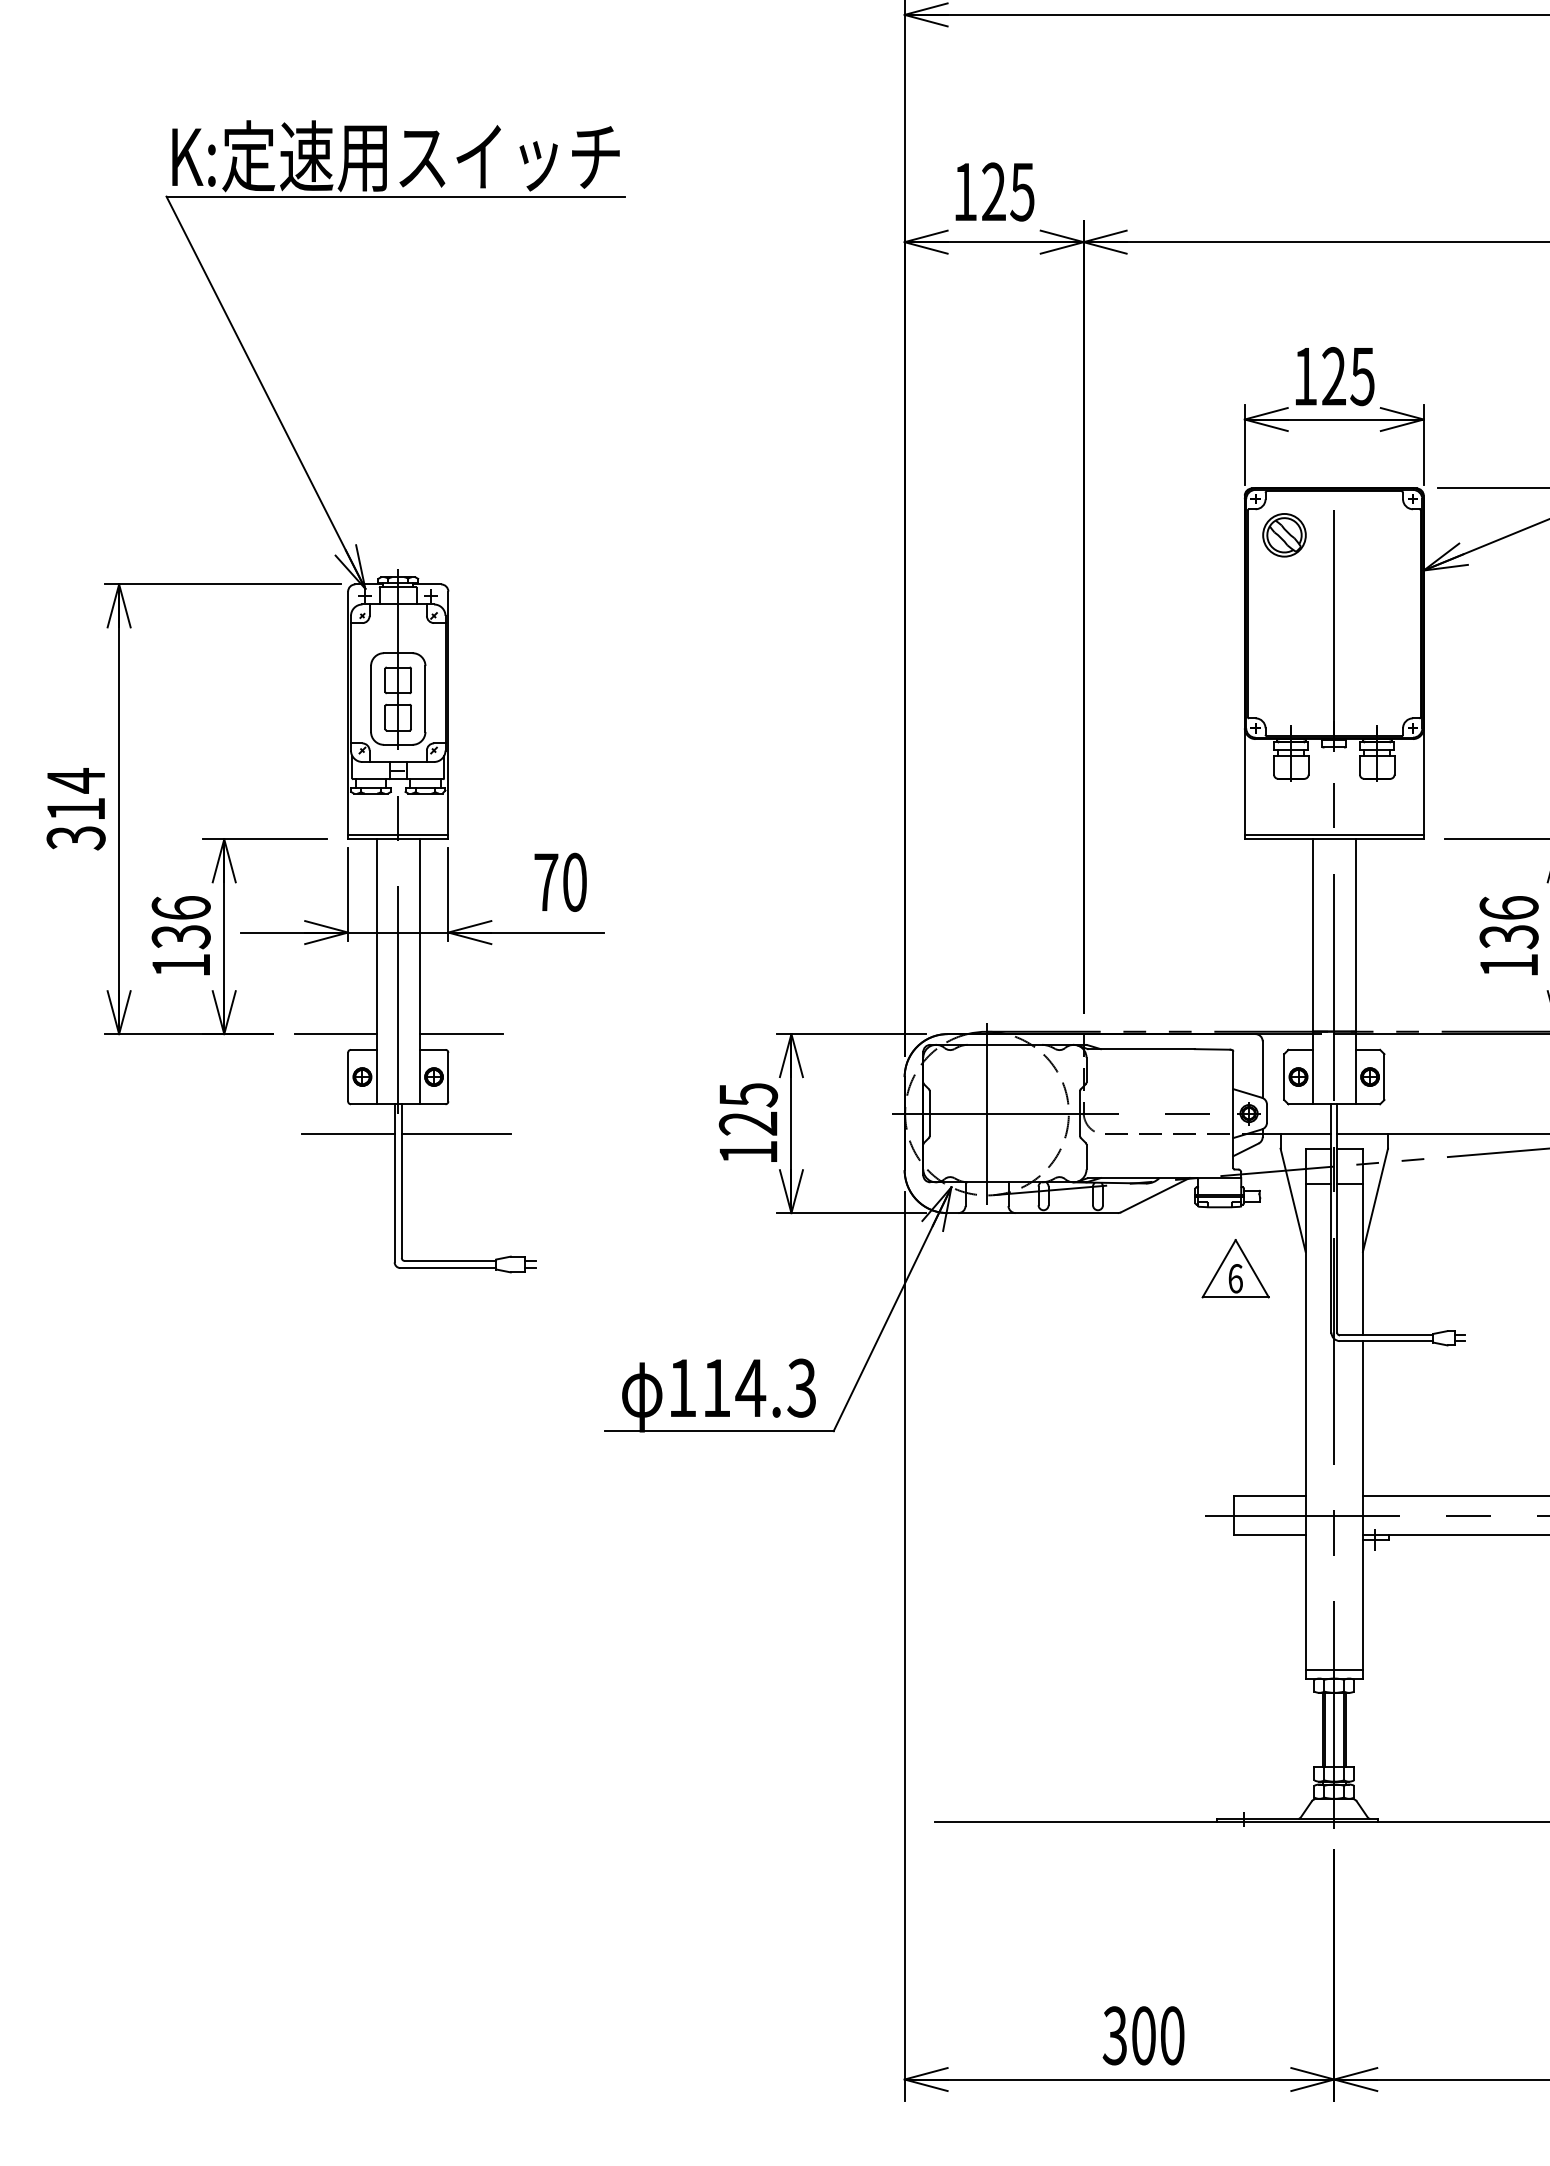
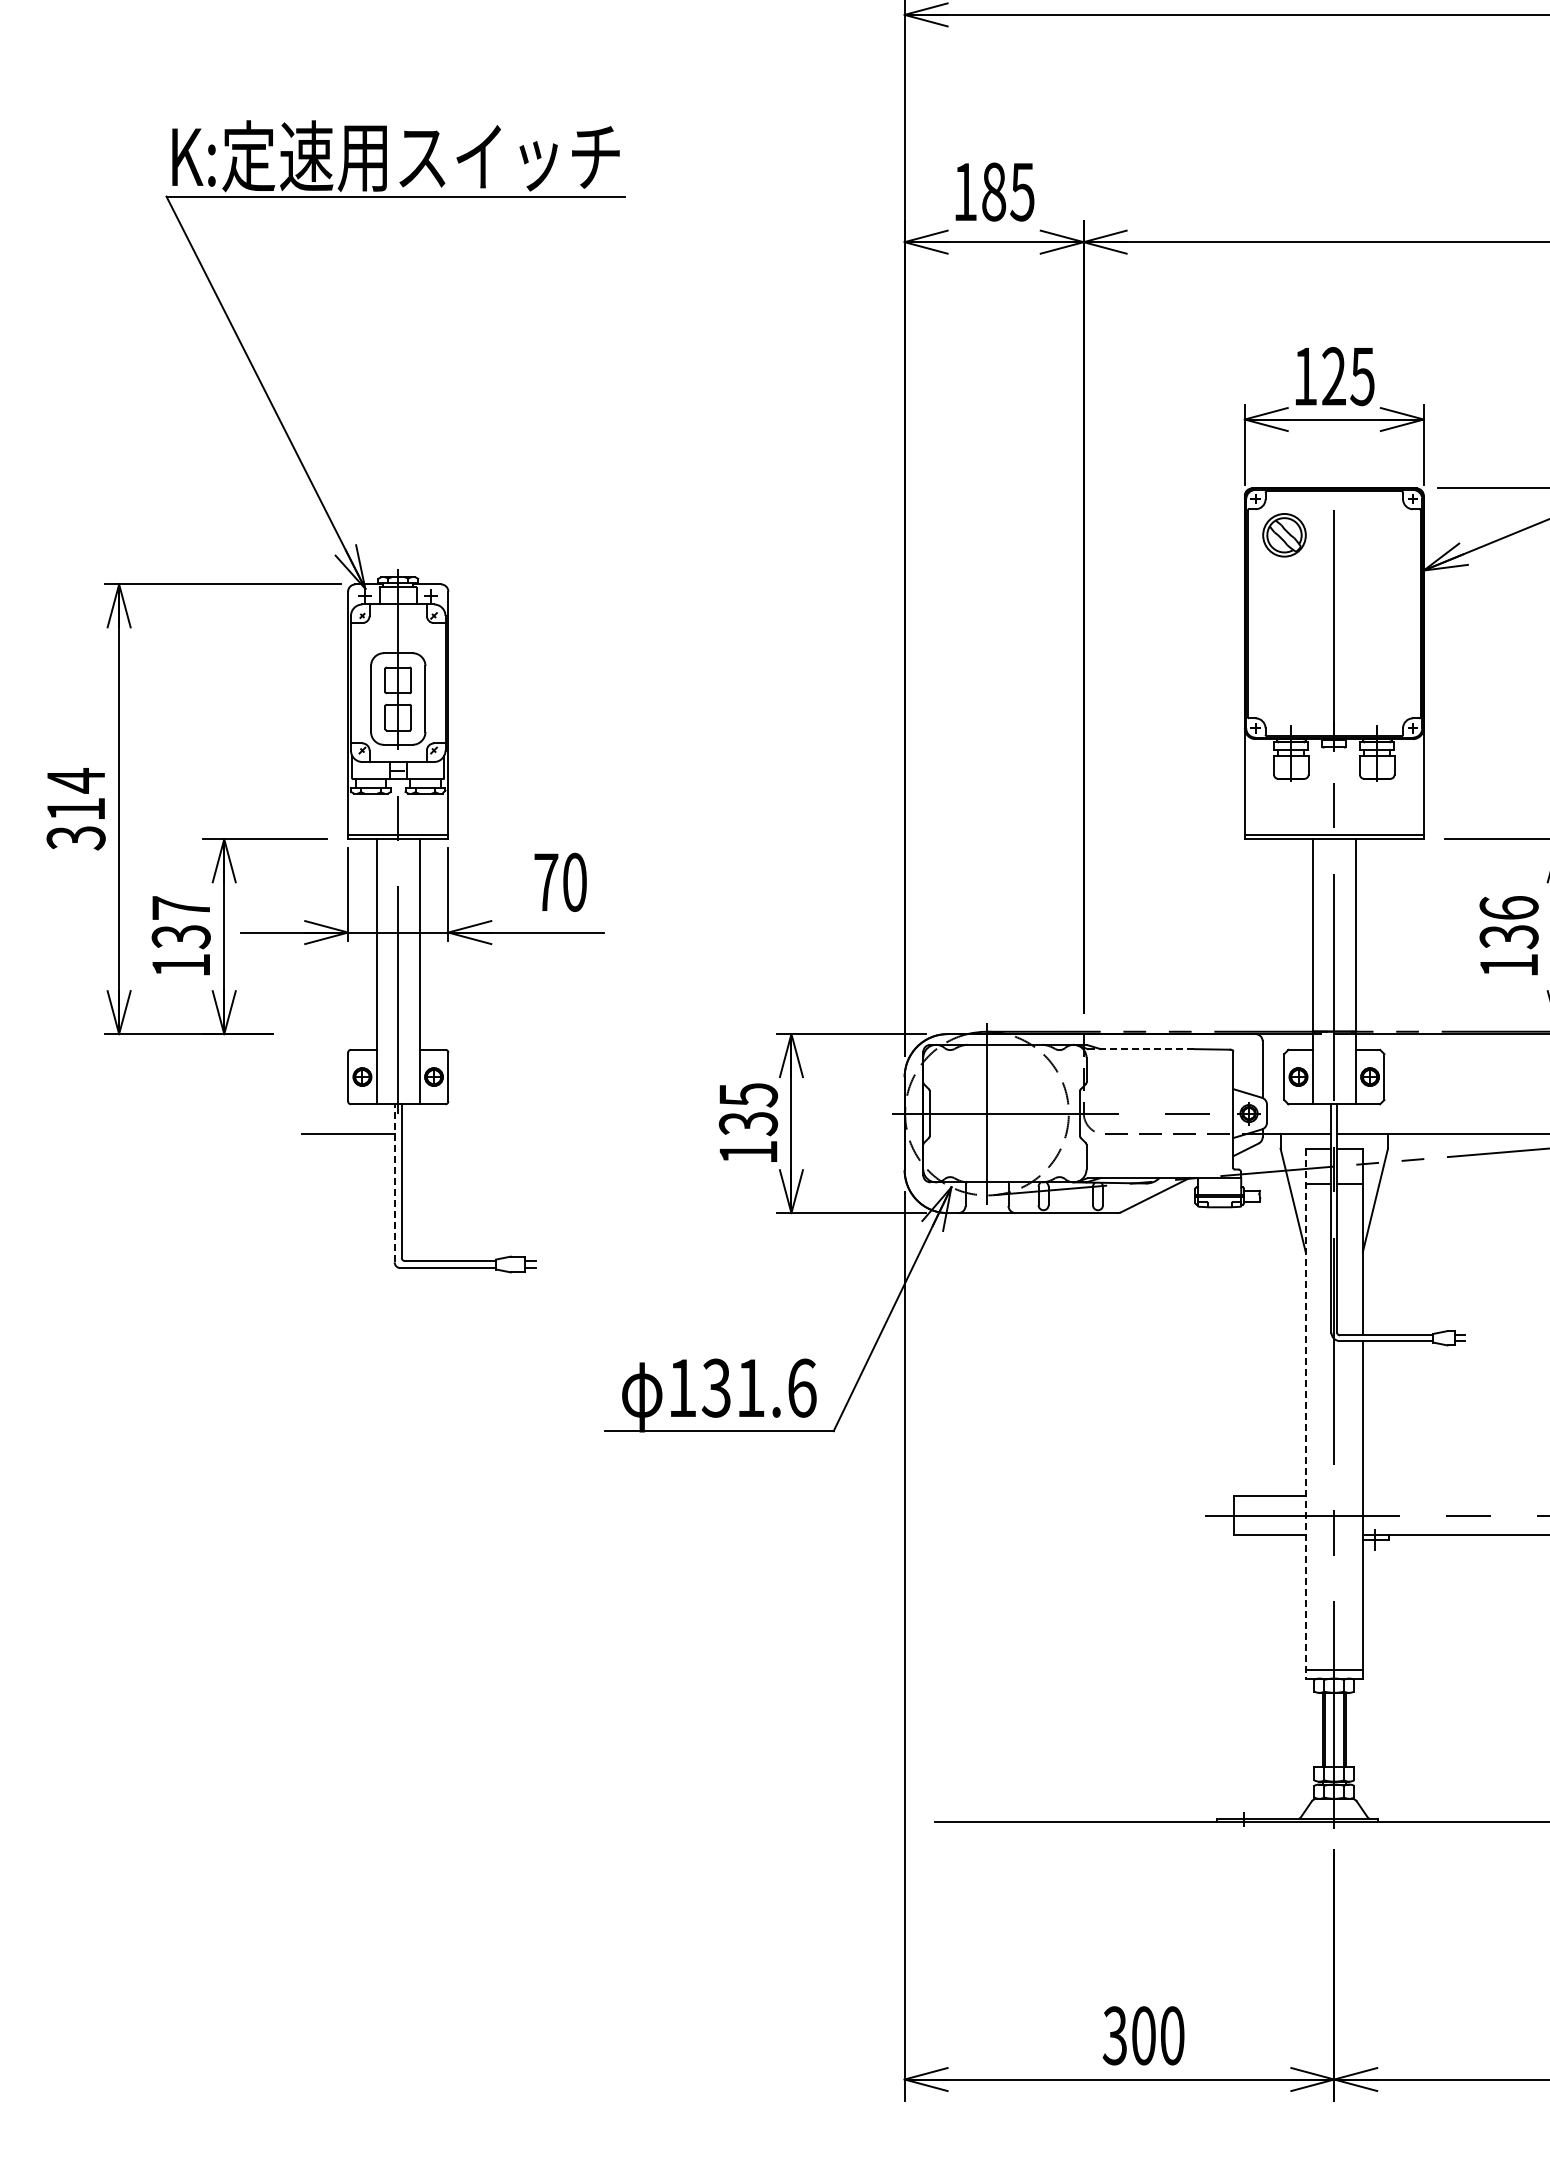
text at (994, 191): 125 -> 185
text at (180, 907): 136 -> 137
line at (335, 1034): present -> none
line at (461, 1034): present -> none
line at (1142, 1049): solid -> dashed
text at (748, 1123): 125 -> 135
line at (456, 1134): present -> none
line at (394, 1182): solid -> dashed
part at (1235, 1268): present -> none
text at (758, 1387): 114.3 -> 131.6
line at (1305, 1413): solid -> dashed
line at (1454, 1496): present -> none
